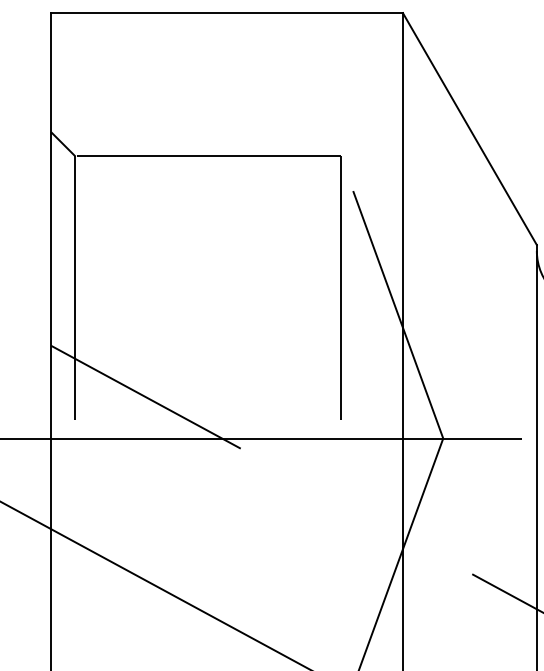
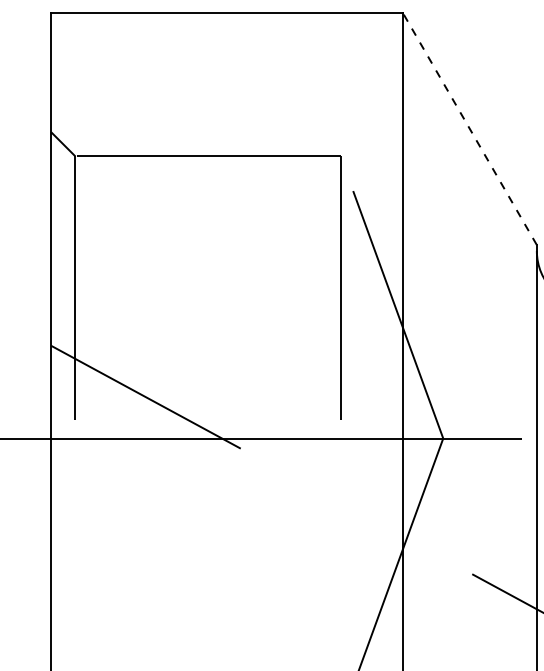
line at (469, 129): solid -> dashed
line at (154, 584): present -> none
